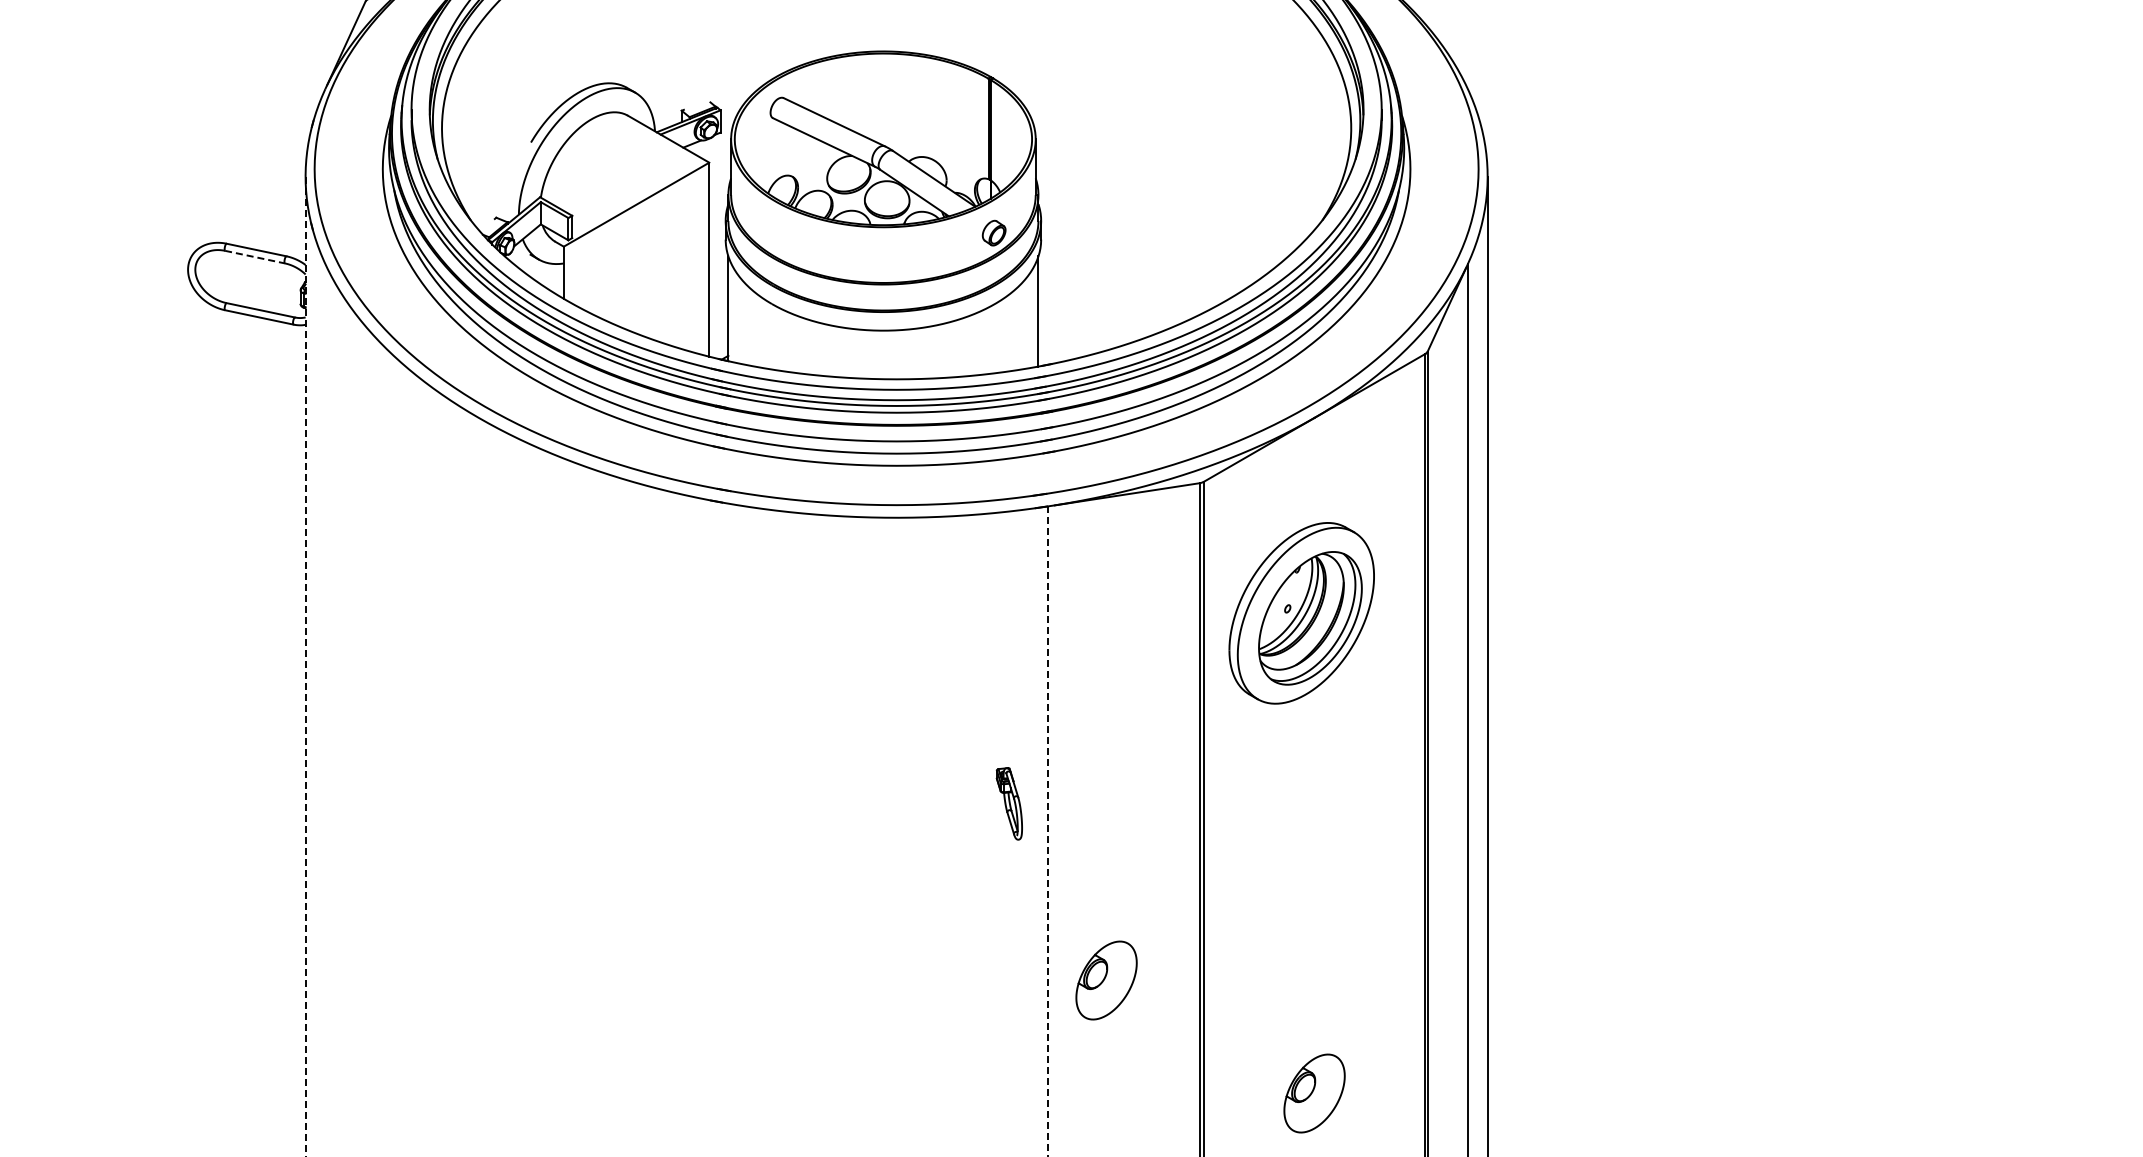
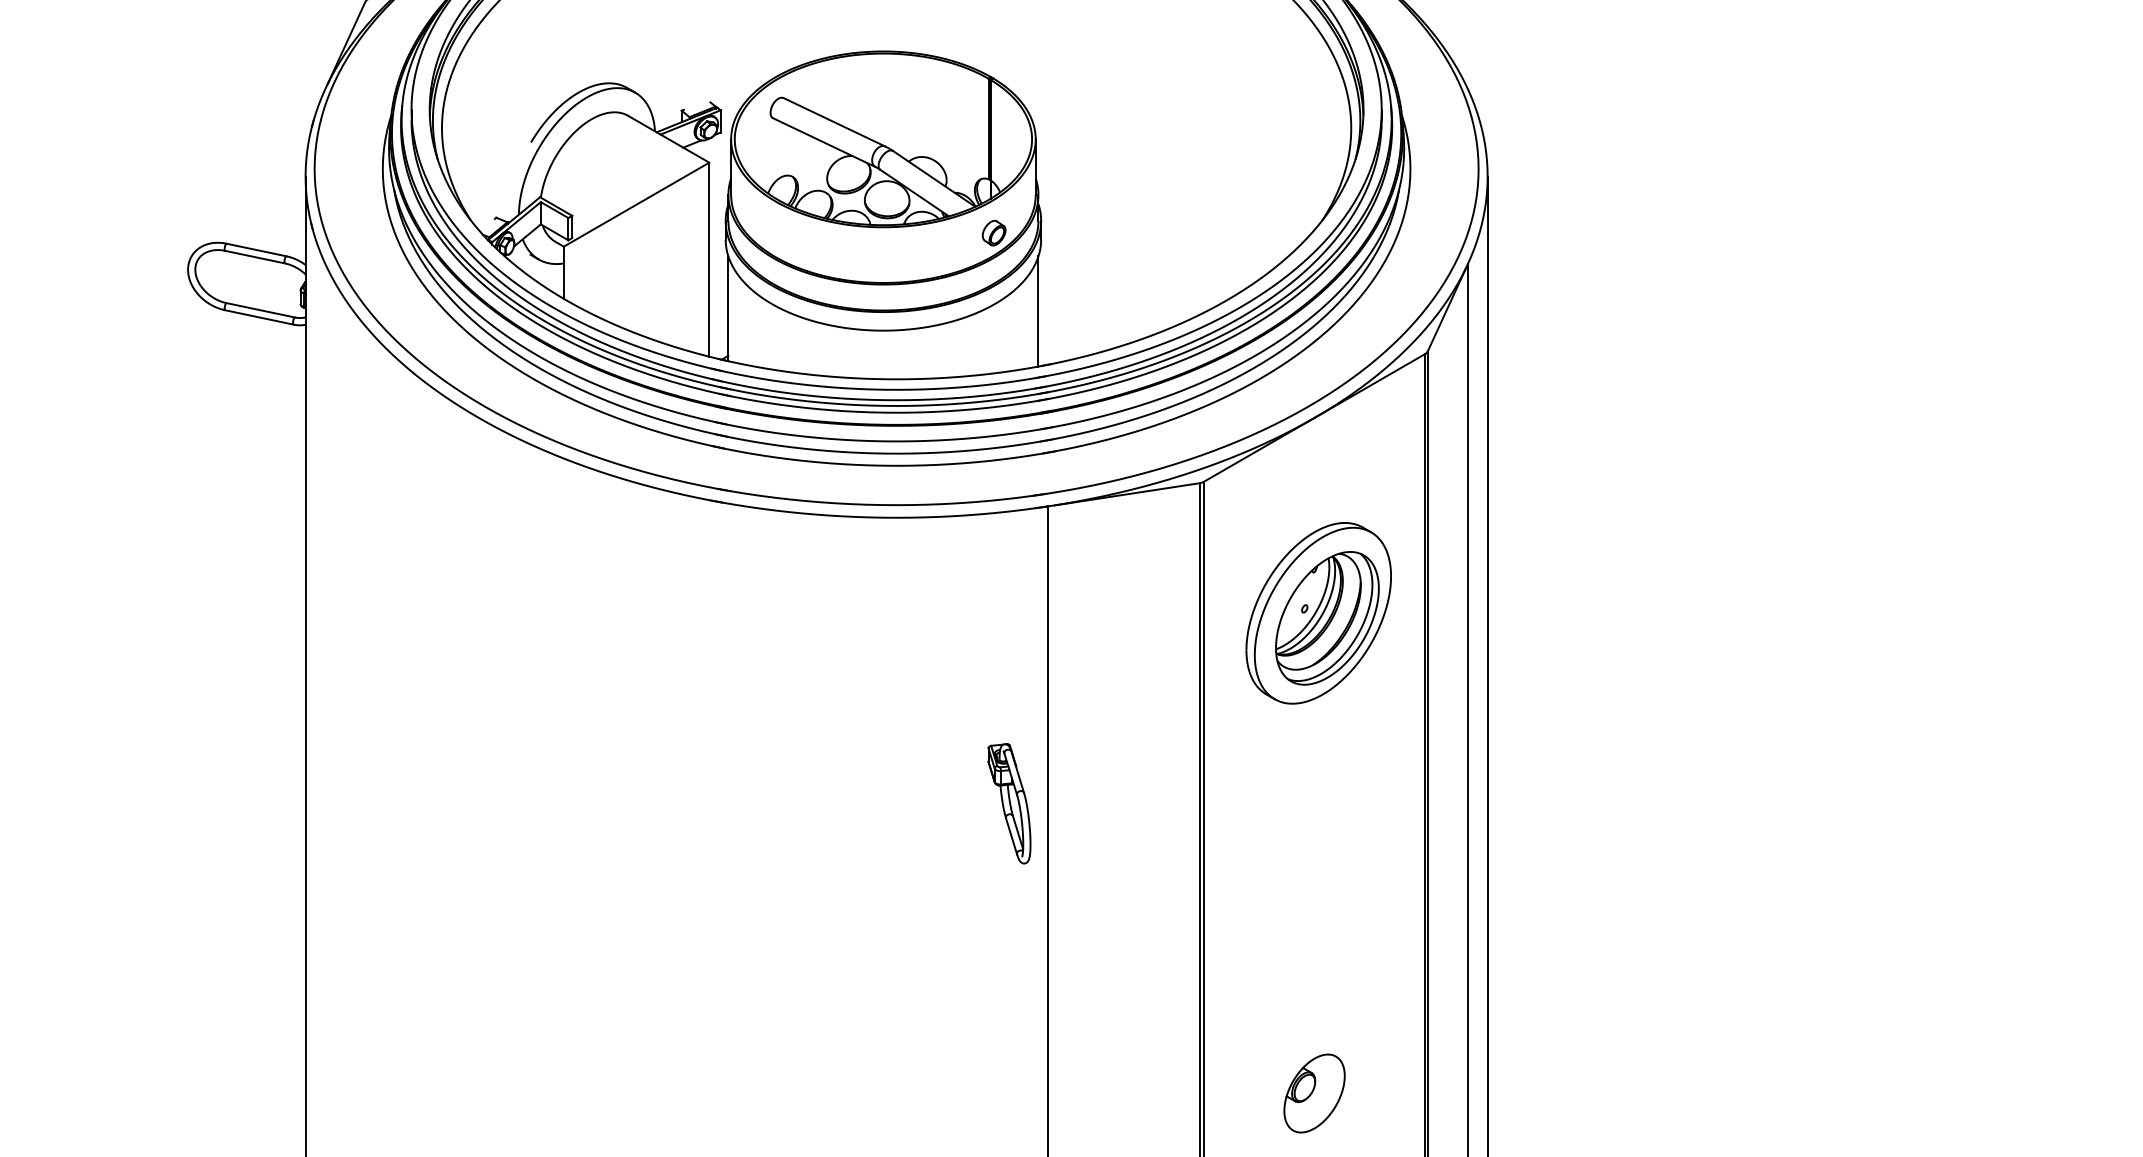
line at (255, 257): dashed -> solid
part at (1301, 613) position: (1301, 613) -> (1318, 613)
line at (305, 666): dashed -> solid
part at (1008, 803) size: 28x74 px -> 45x122 px
line at (1048, 831): dashed -> solid
part at (1106, 980): present -> none
